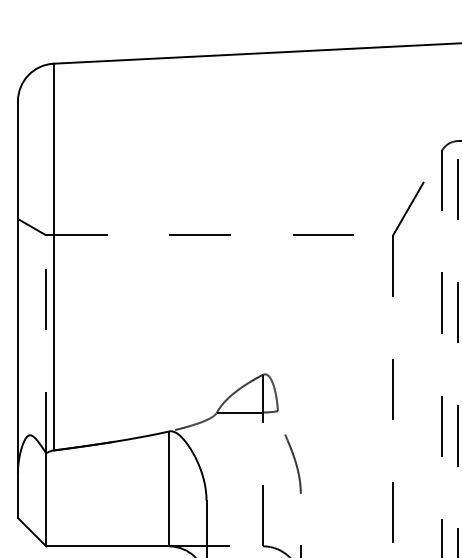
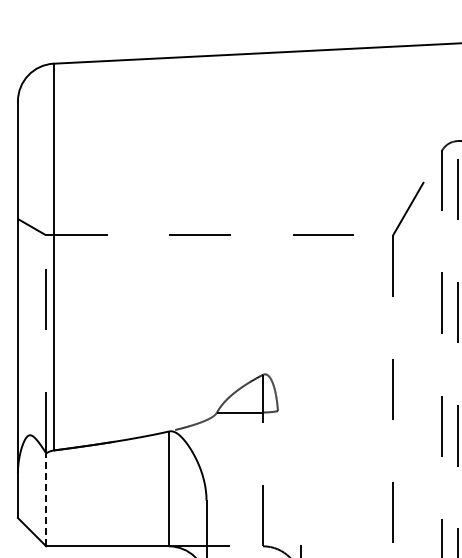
curve at (294, 462): present -> none
line at (46, 499): solid -> dashed
